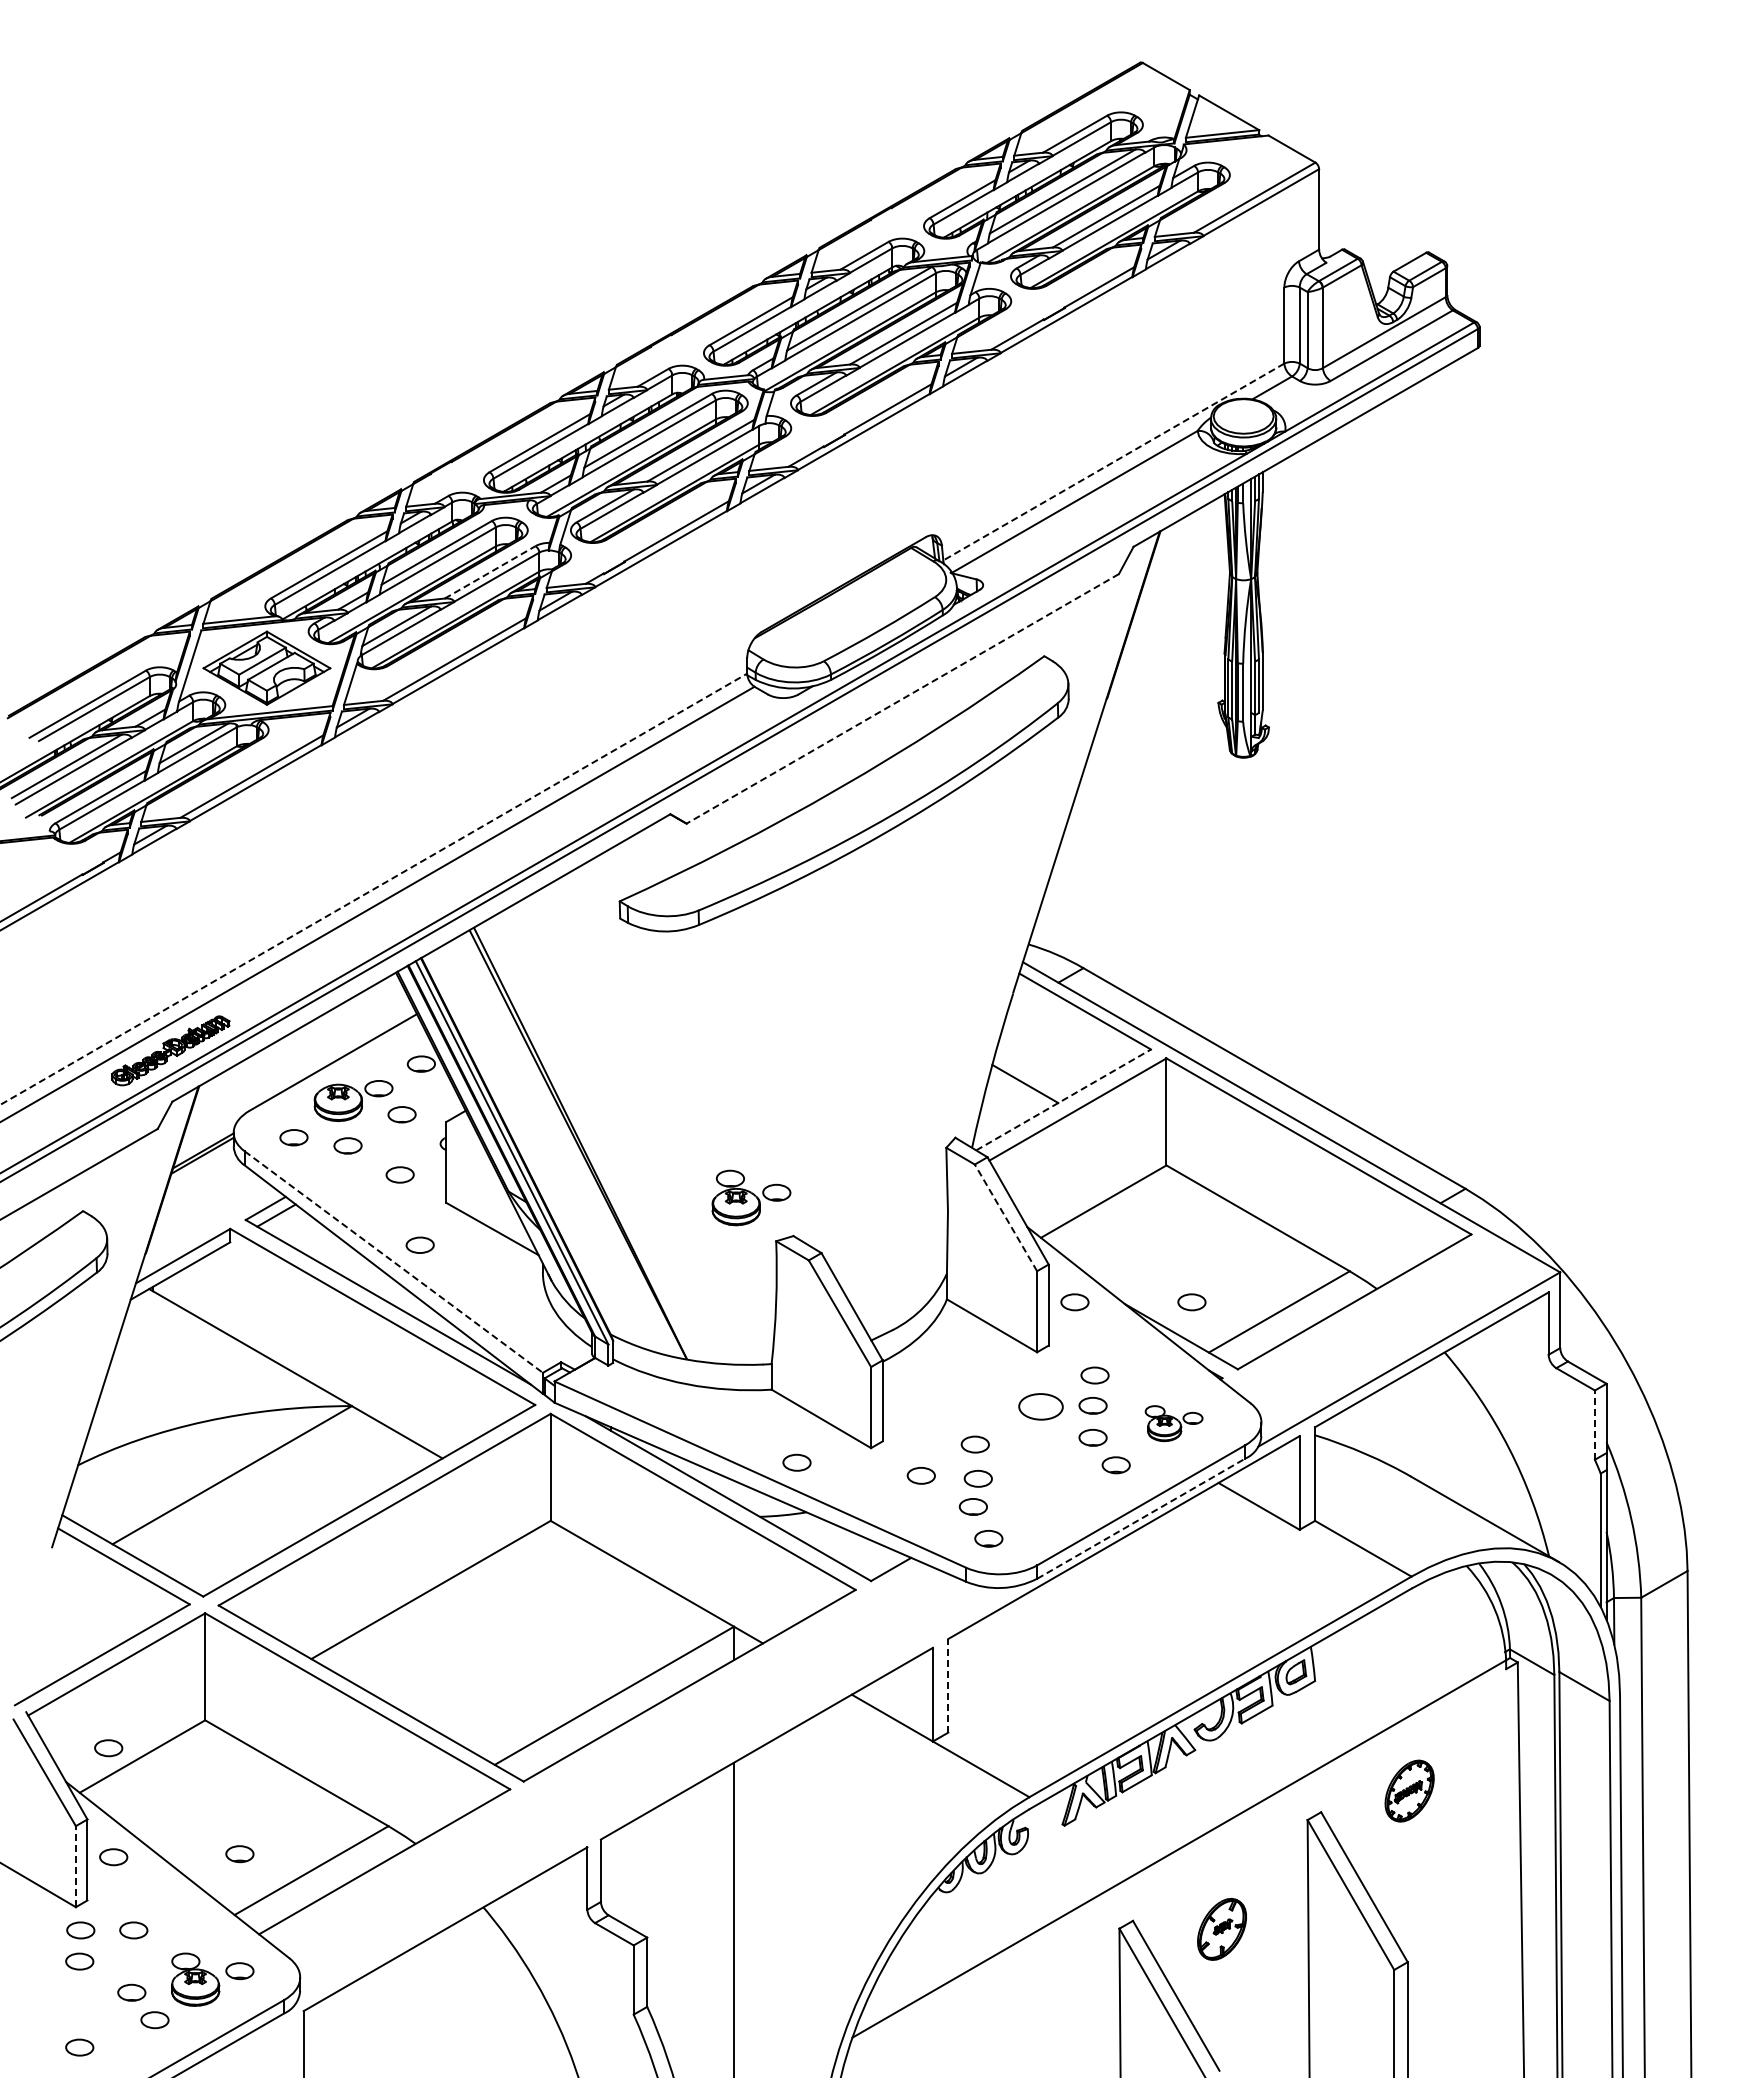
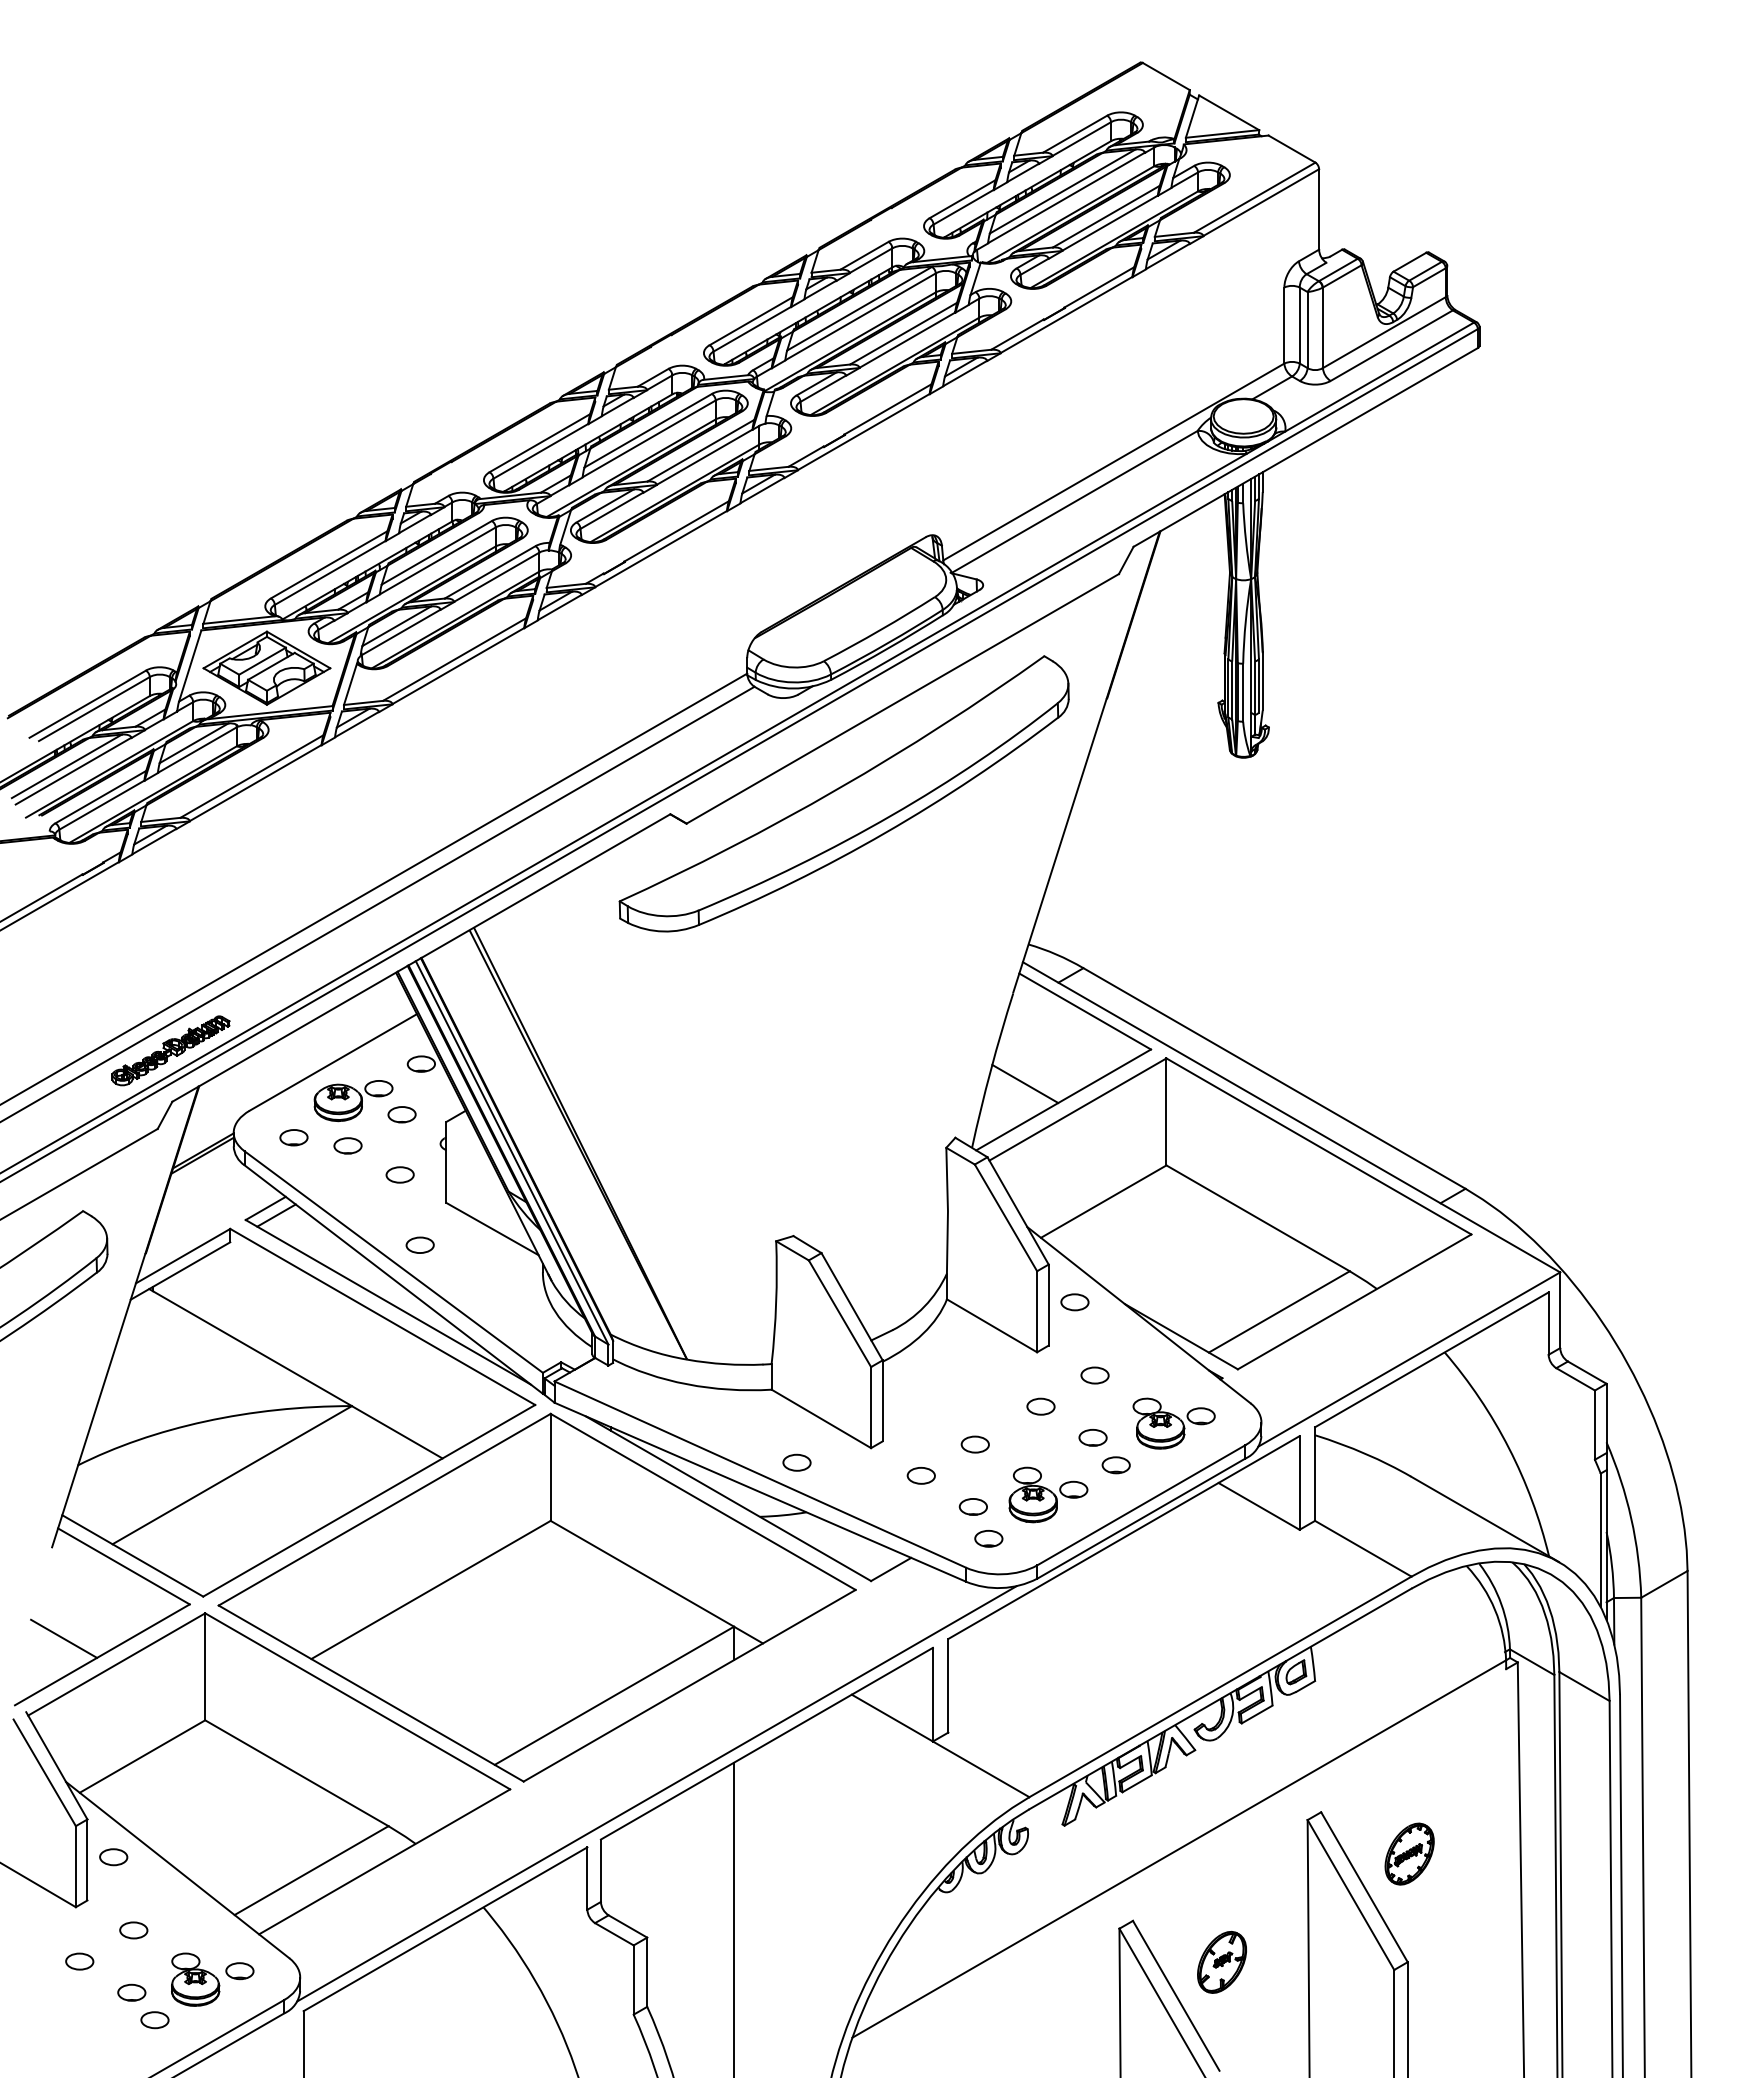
line at (1113, 462): dashed -> solid
line at (490, 572): dashed -> solid
line at (902, 698): dashed -> solid
line at (374, 889): dashed -> solid
line at (1063, 1099): dashed -> solid
part at (751, 1197) position: (751, 1197) -> (1048, 1494)
line at (1005, 1217): dashed -> solid
line at (393, 1262): dashed -> solid
part at (1191, 1302): present -> none
part at (1092, 1405): present -> none
part at (1040, 1406) size: 46x28 px -> 30x19 px
part at (1173, 1423) size: 60x38 px -> 84x53 px
line at (1594, 1425): dashed -> solid
part at (977, 1478): present -> none
line at (1141, 1518): dashed -> solid
line at (64, 1638): none -> present
line at (948, 1685): dashed -> solid
part at (108, 1748): present -> none
part at (1409, 1790) position: (1409, 1790) -> (1409, 1853)
line at (656, 1793): none -> present
part at (239, 1854): present -> none
line at (75, 1866): dashed -> solid
part at (1221, 1928) position: (1221, 1928) -> (1221, 1961)
part at (80, 1930): present -> none
part at (79, 2047): present -> none
